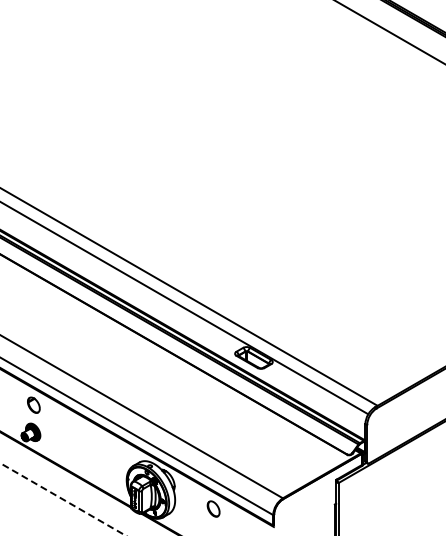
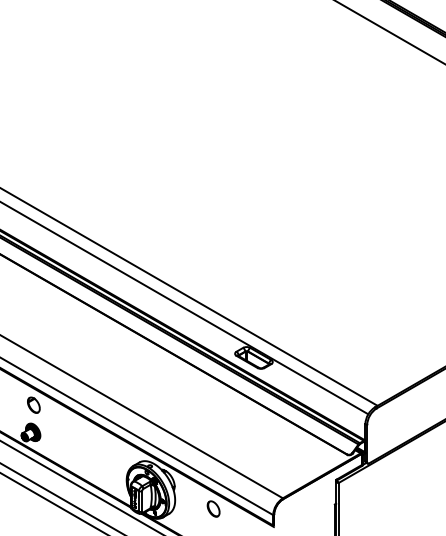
line at (80, 486): none -> present
line at (63, 499): dashed -> solid
line at (52, 503): none -> present
